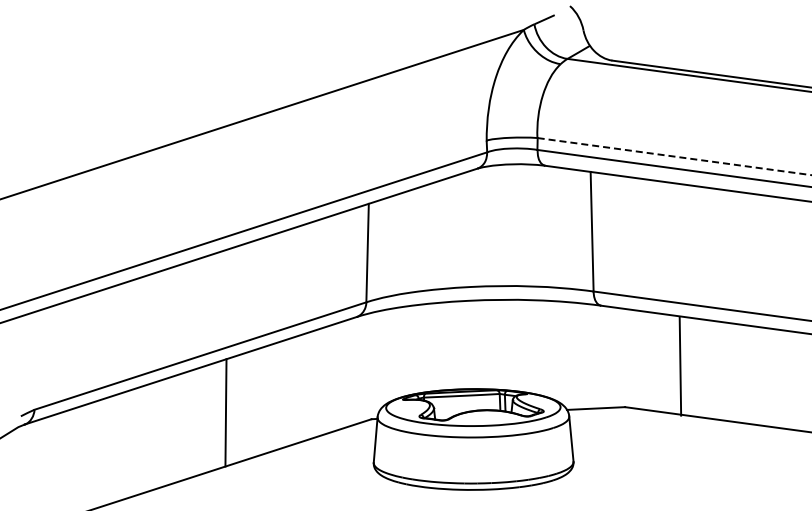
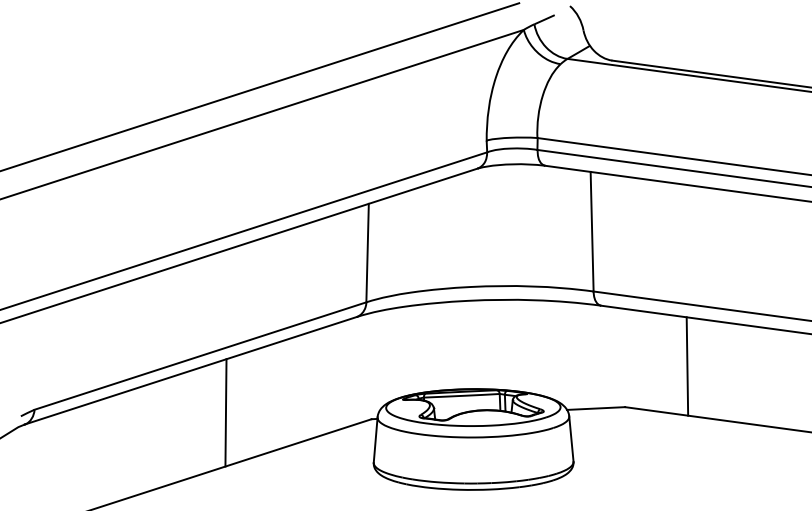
line at (260, 86): none -> present
line at (674, 156): dashed -> solid
line at (680, 366) position: (680, 366) -> (687, 366)
